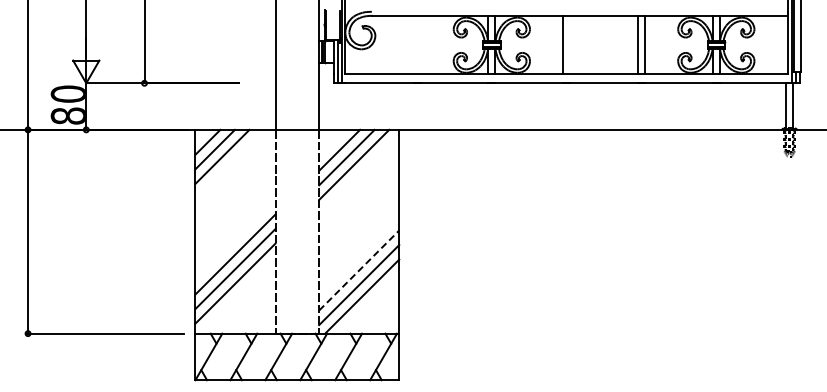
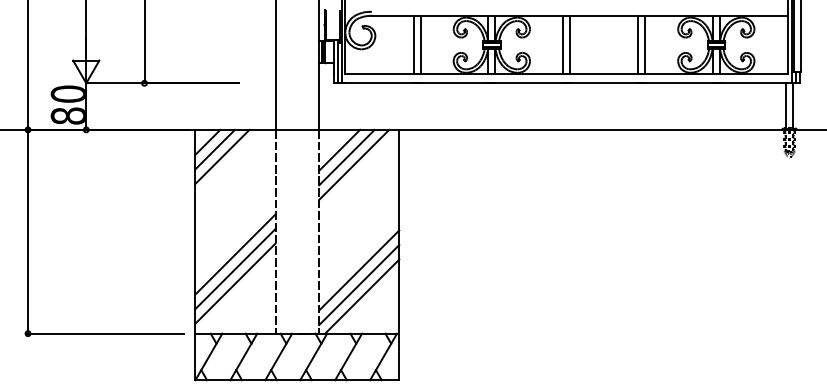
line at (413, 44): none -> present
line at (420, 44): none -> present
line at (570, 44): none -> present
line at (359, 270): dashed -> solid
